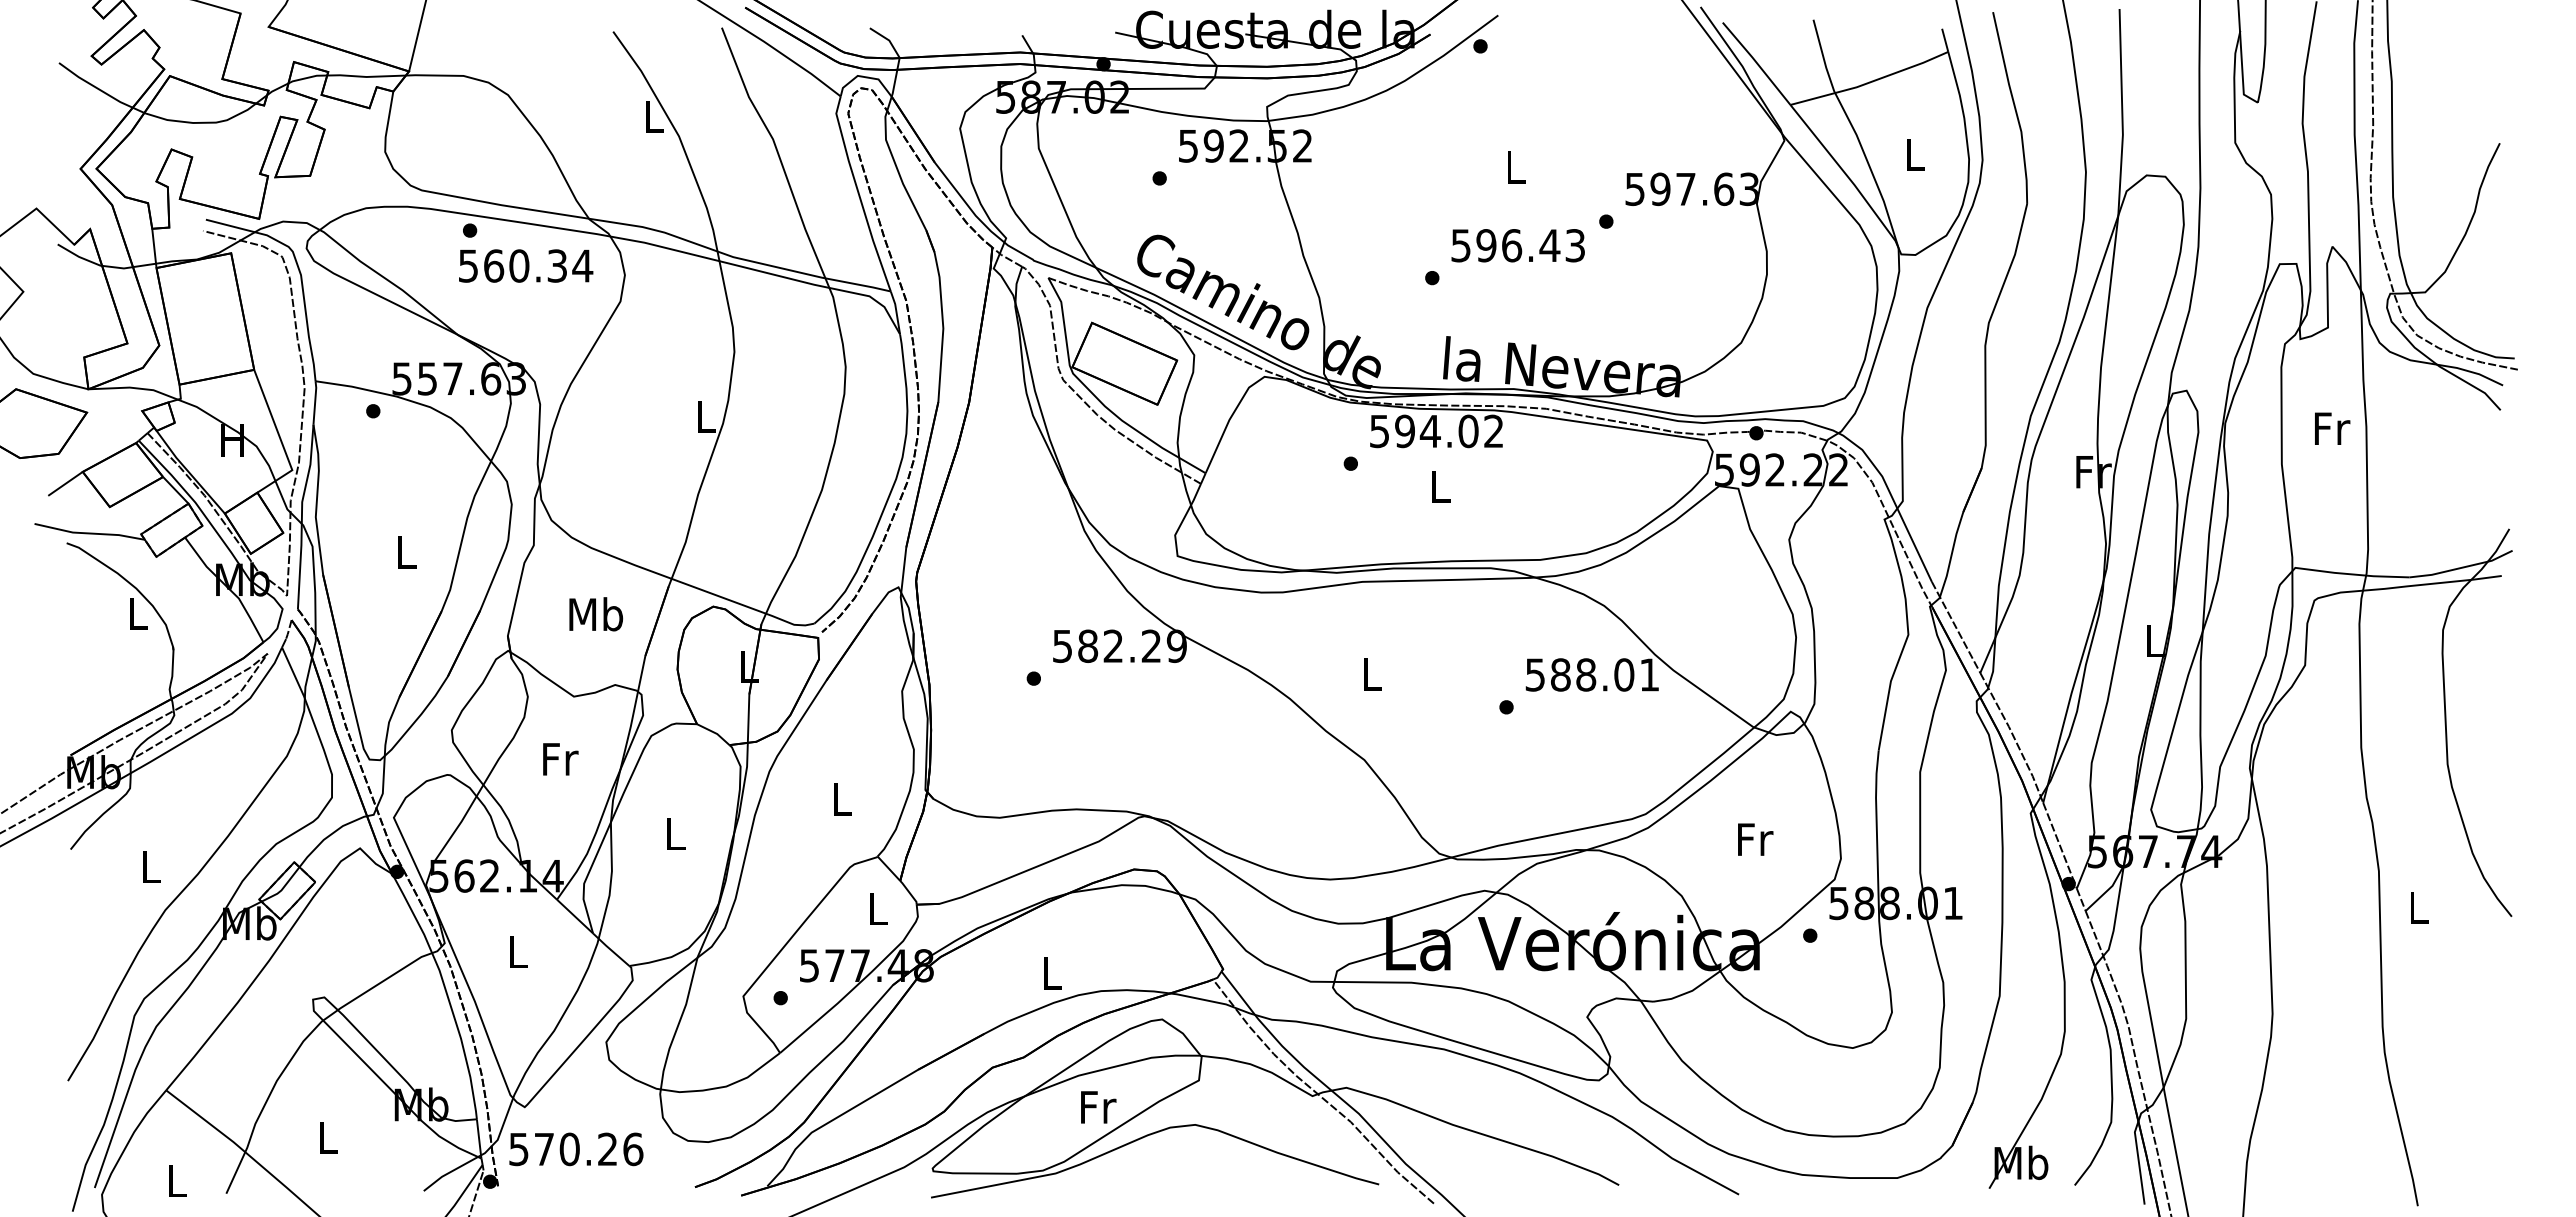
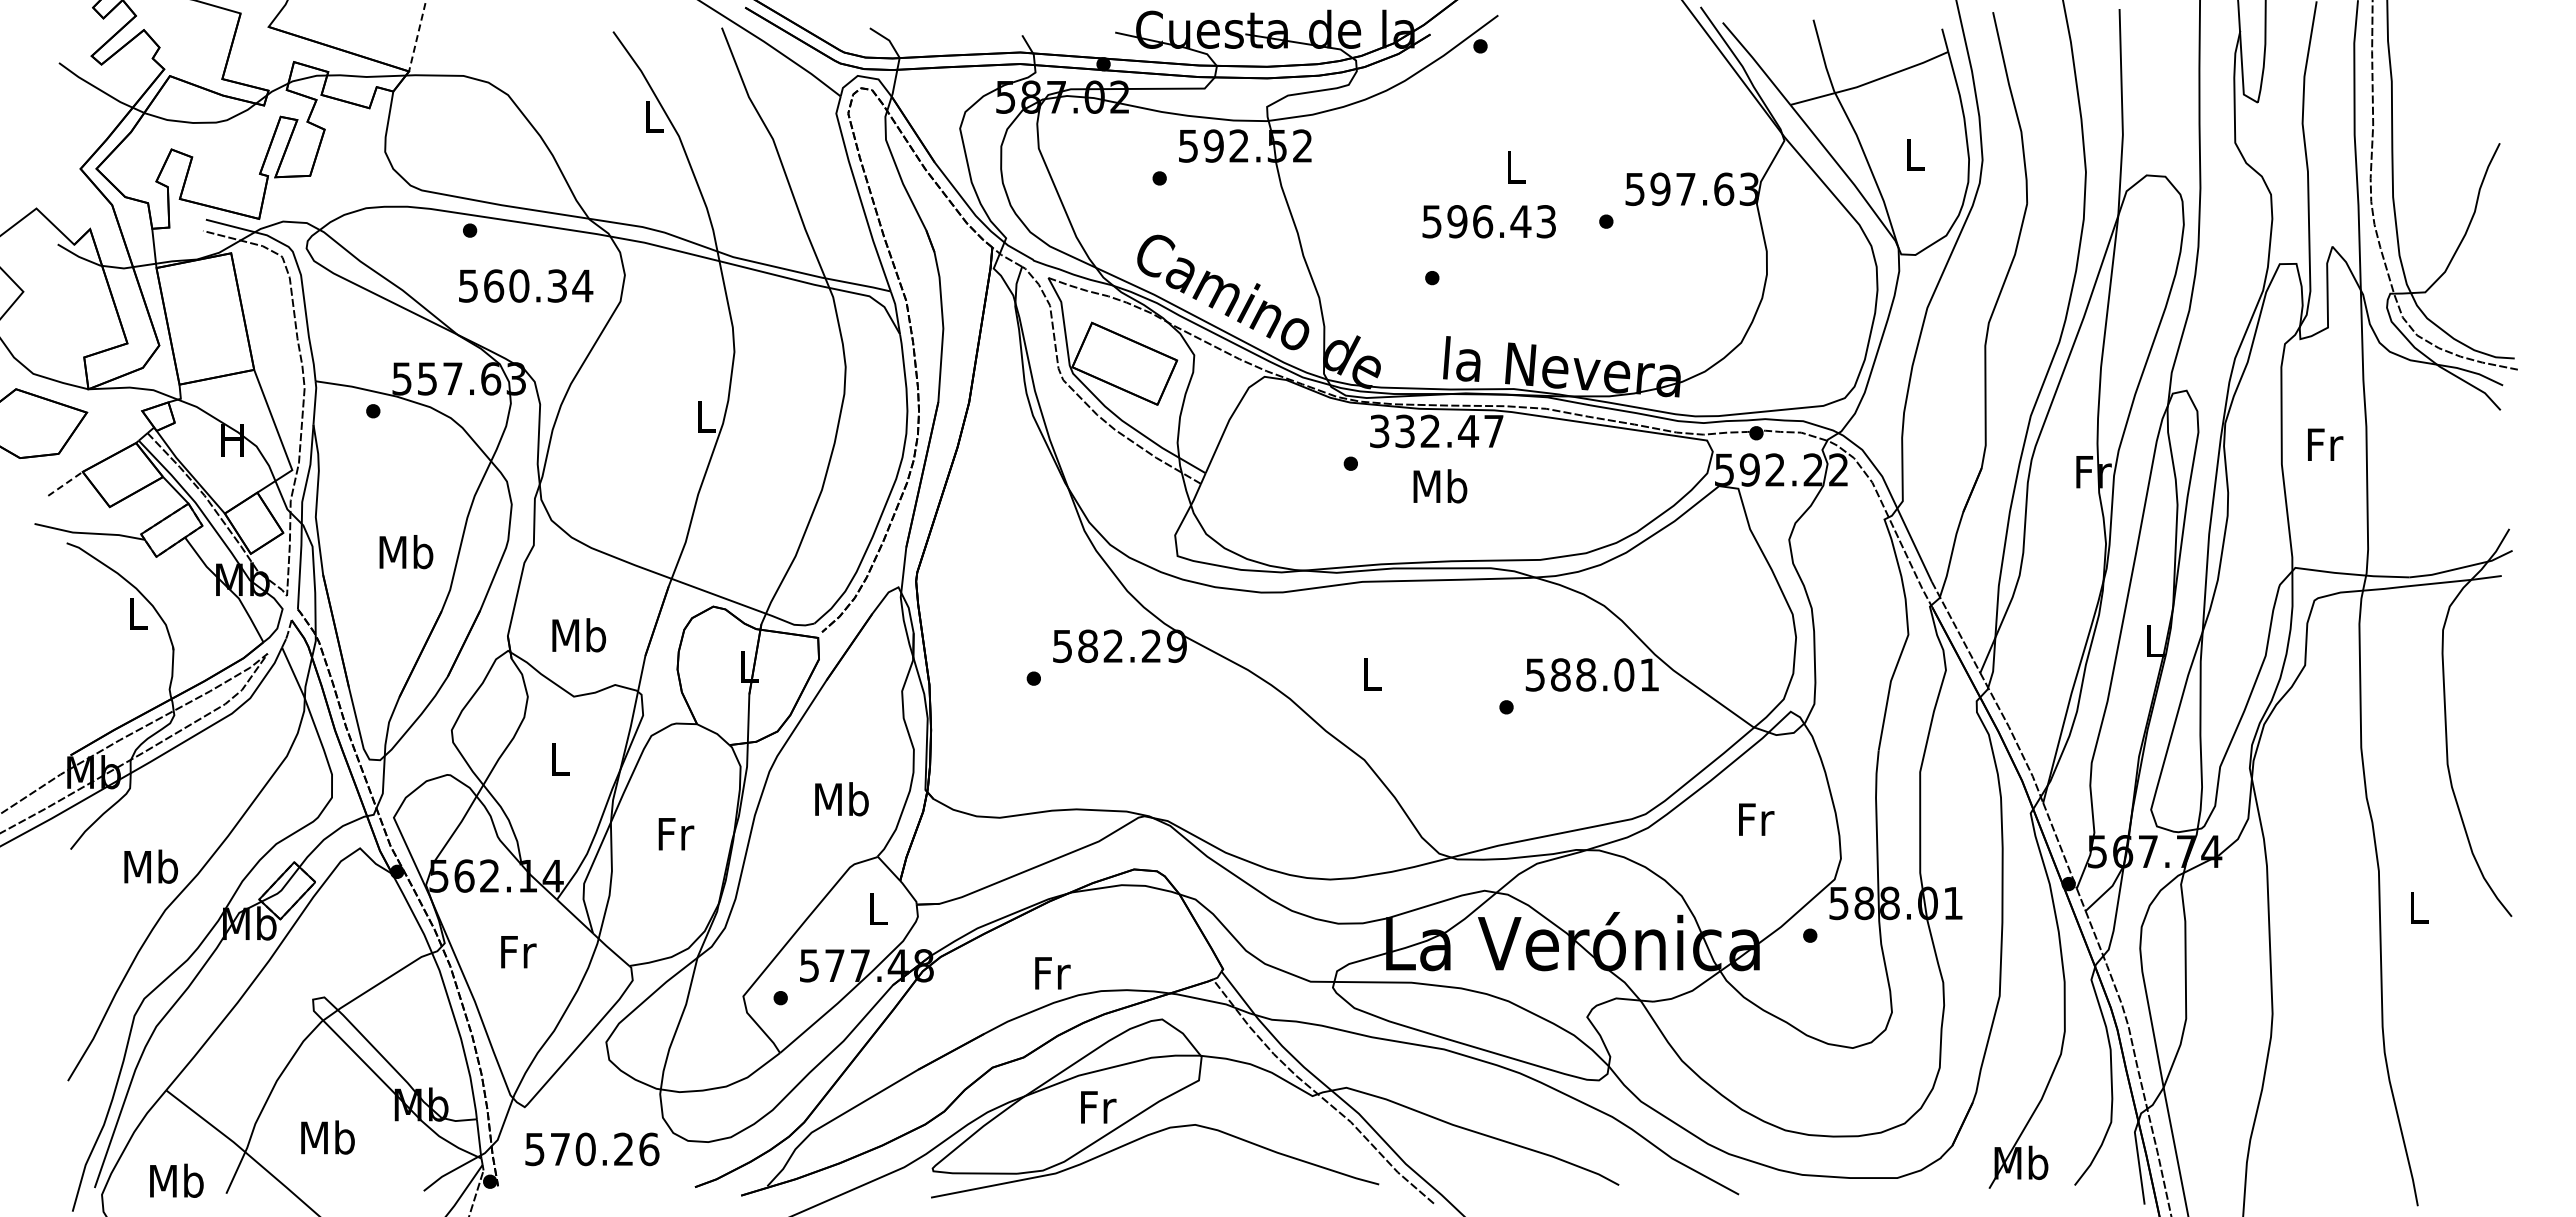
line at (417, 35): solid -> dashed
text at (1517, 245) position: (1517, 245) -> (1488, 221)
text at (526, 265) position: (526, 265) -> (526, 285)
text at (2332, 428) position: (2332, 428) -> (2325, 444)
text at (1436, 431): 594.02 -> 332.47
line at (65, 483): solid -> dashed
text at (1440, 486): L -> Mb
text at (406, 552): L -> Mb
text at (596, 614) position: (596, 614) -> (579, 635)
text at (560, 759): Fr -> L
text at (841, 799): L -> Mb
text at (676, 834): L -> Fr
text at (1755, 839) position: (1755, 839) -> (1756, 819)
text at (151, 866): L -> Mb
text at (518, 952): L -> Fr
text at (1052, 973): L -> Fr
text at (327, 1137): L -> Mb
text at (576, 1149) position: (576, 1149) -> (592, 1149)
text at (176, 1180): L -> Mb
